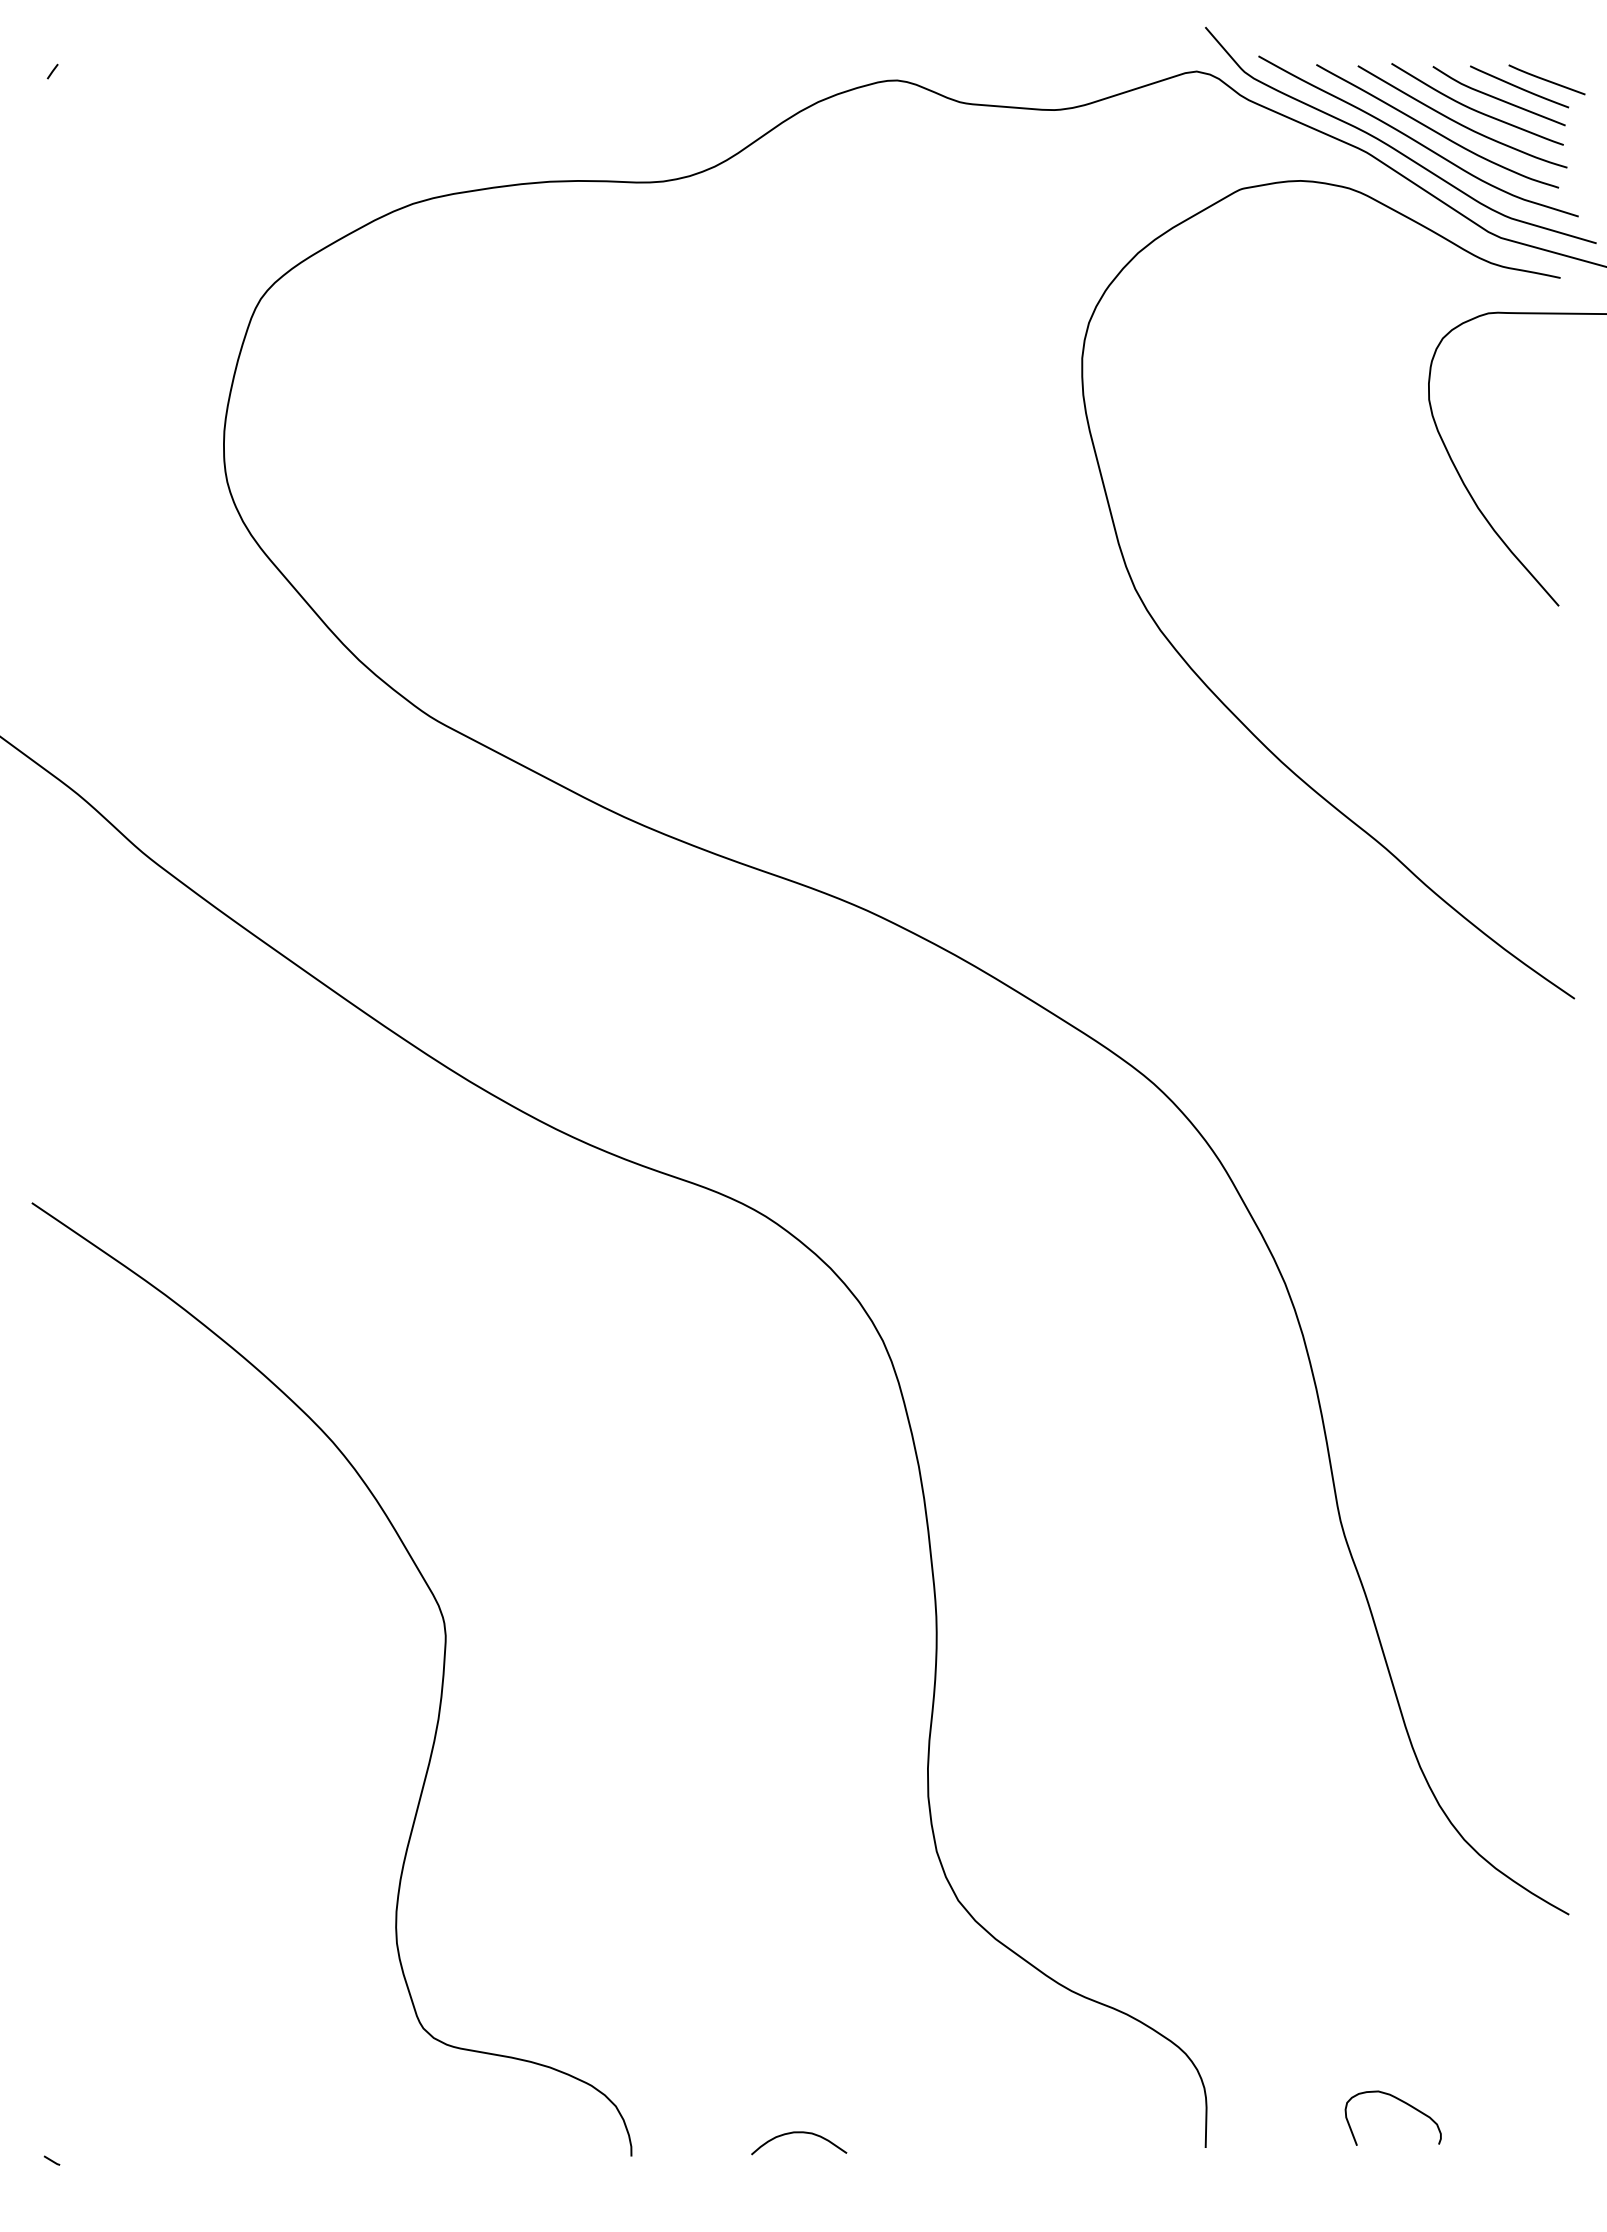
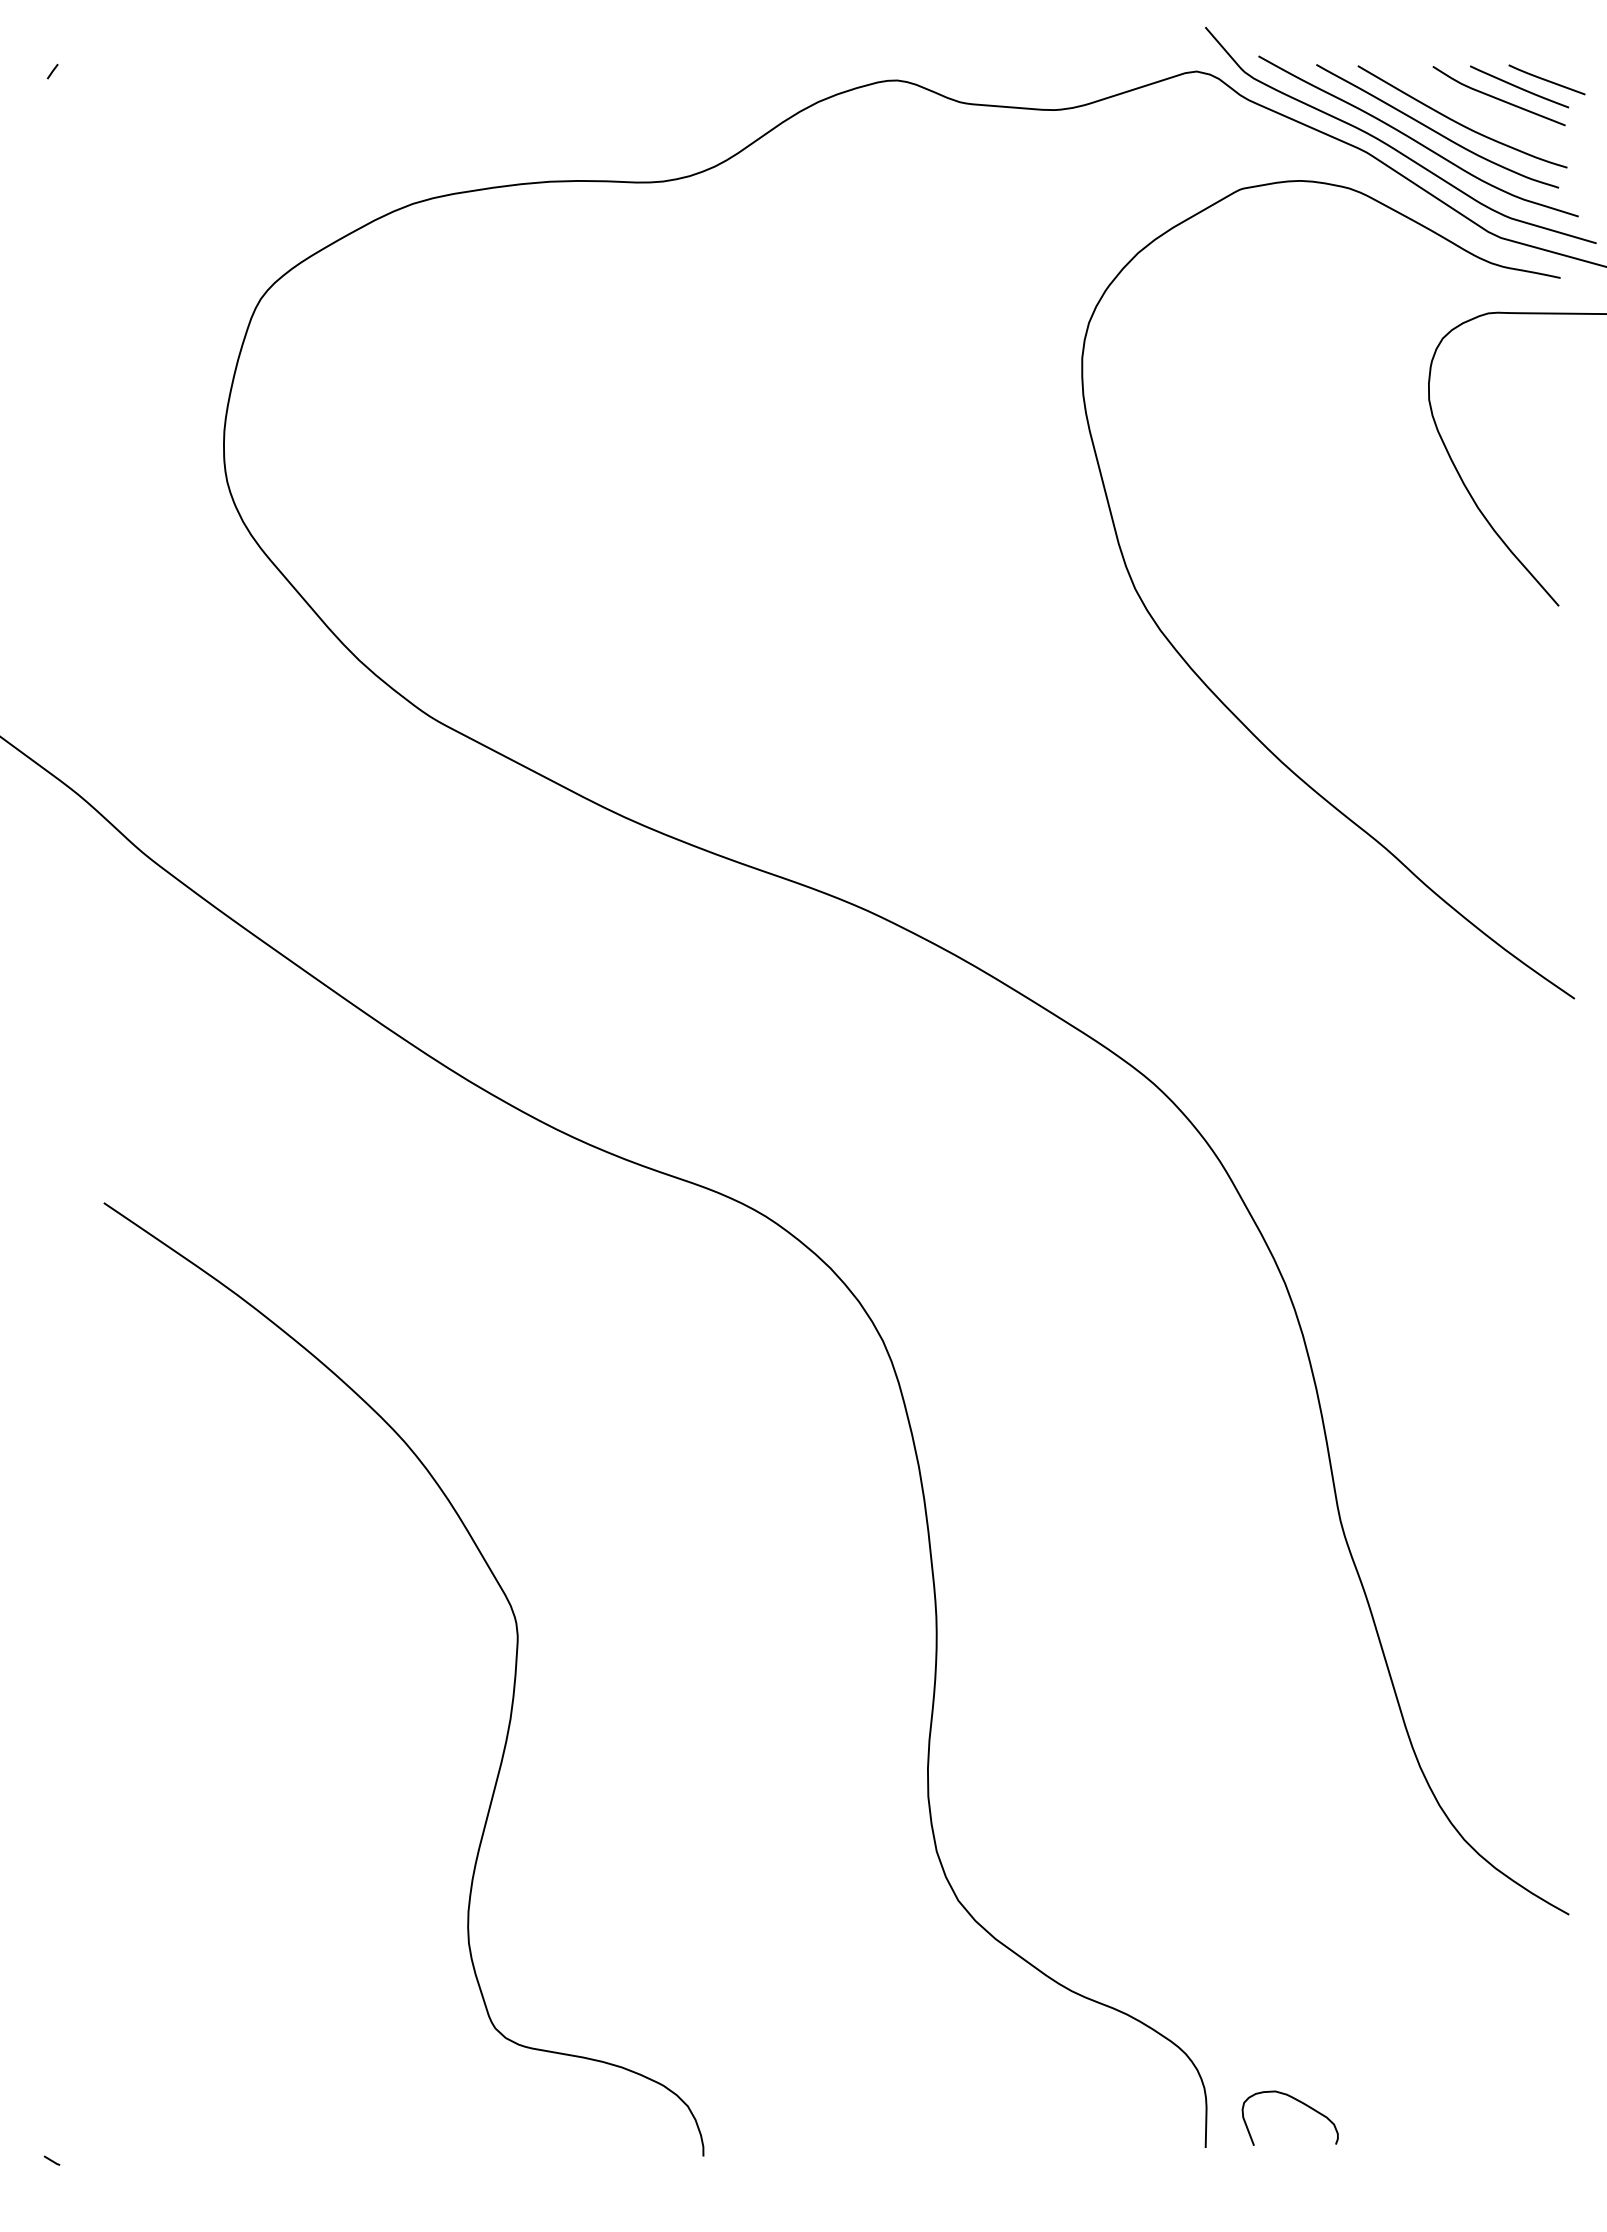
curve at (1475, 109): present -> none
curve at (440, 1693) position: (440, 1693) -> (512, 1693)
curve at (1400, 2101) position: (1400, 2101) -> (1297, 2101)
curve at (799, 2133): present -> none
